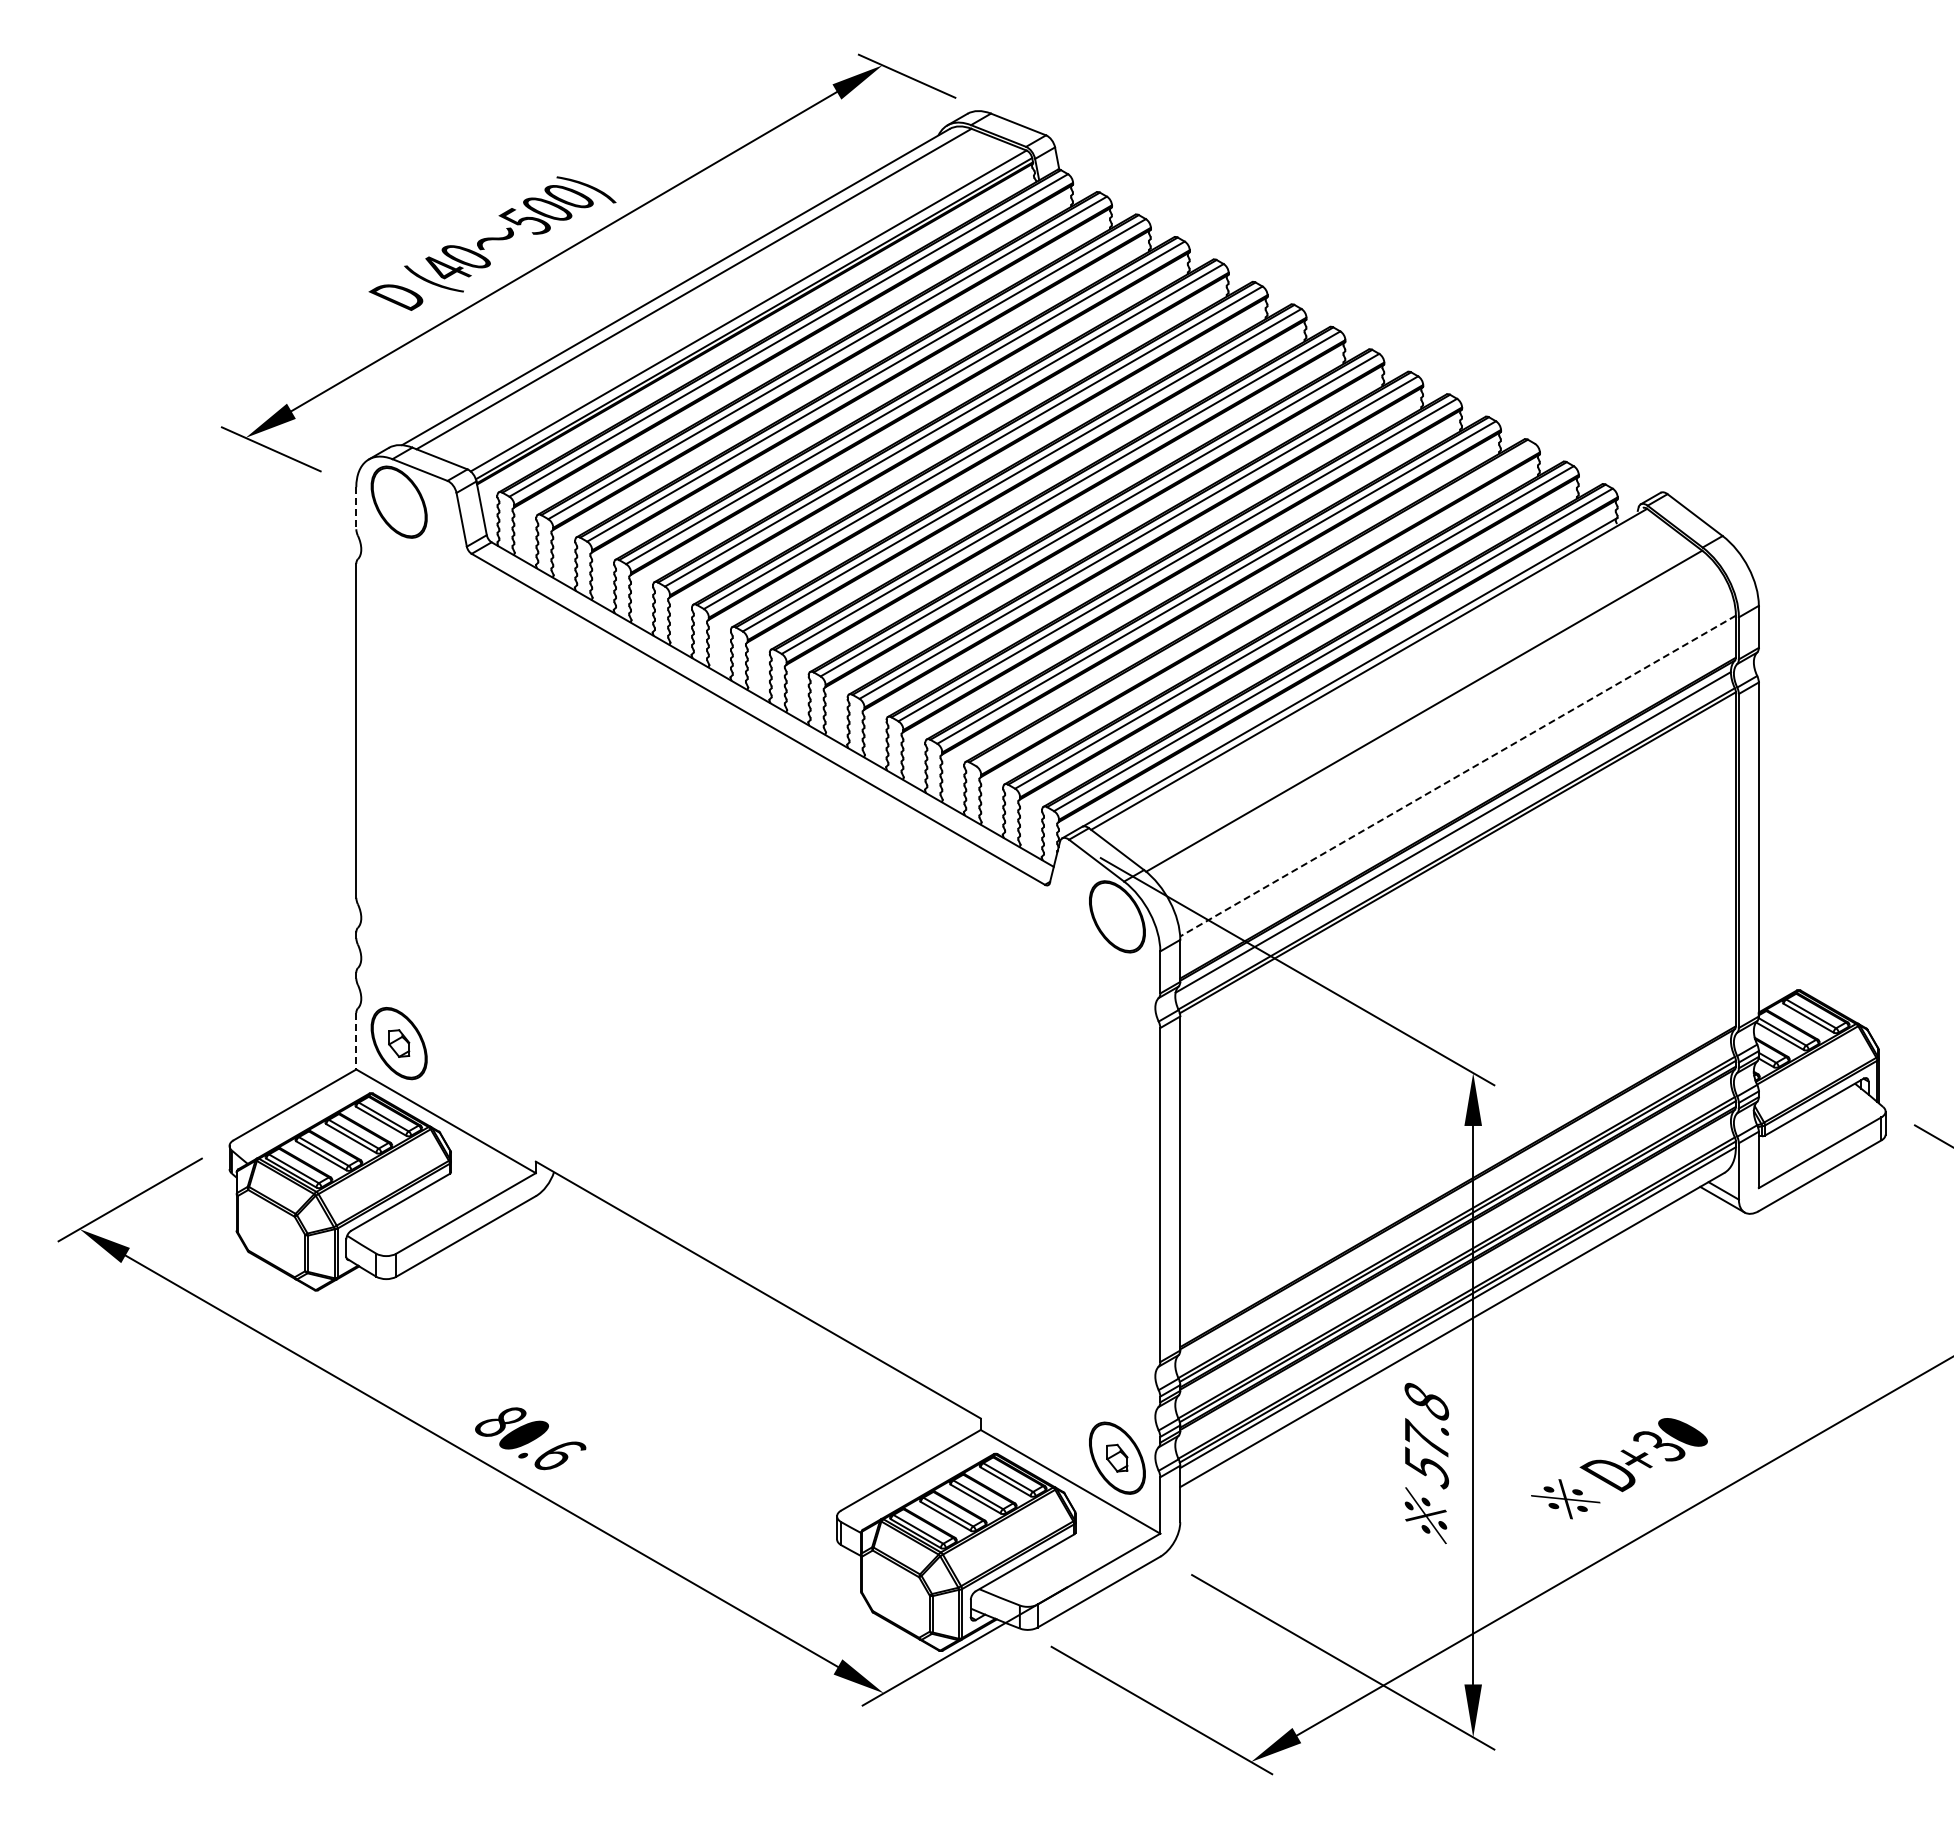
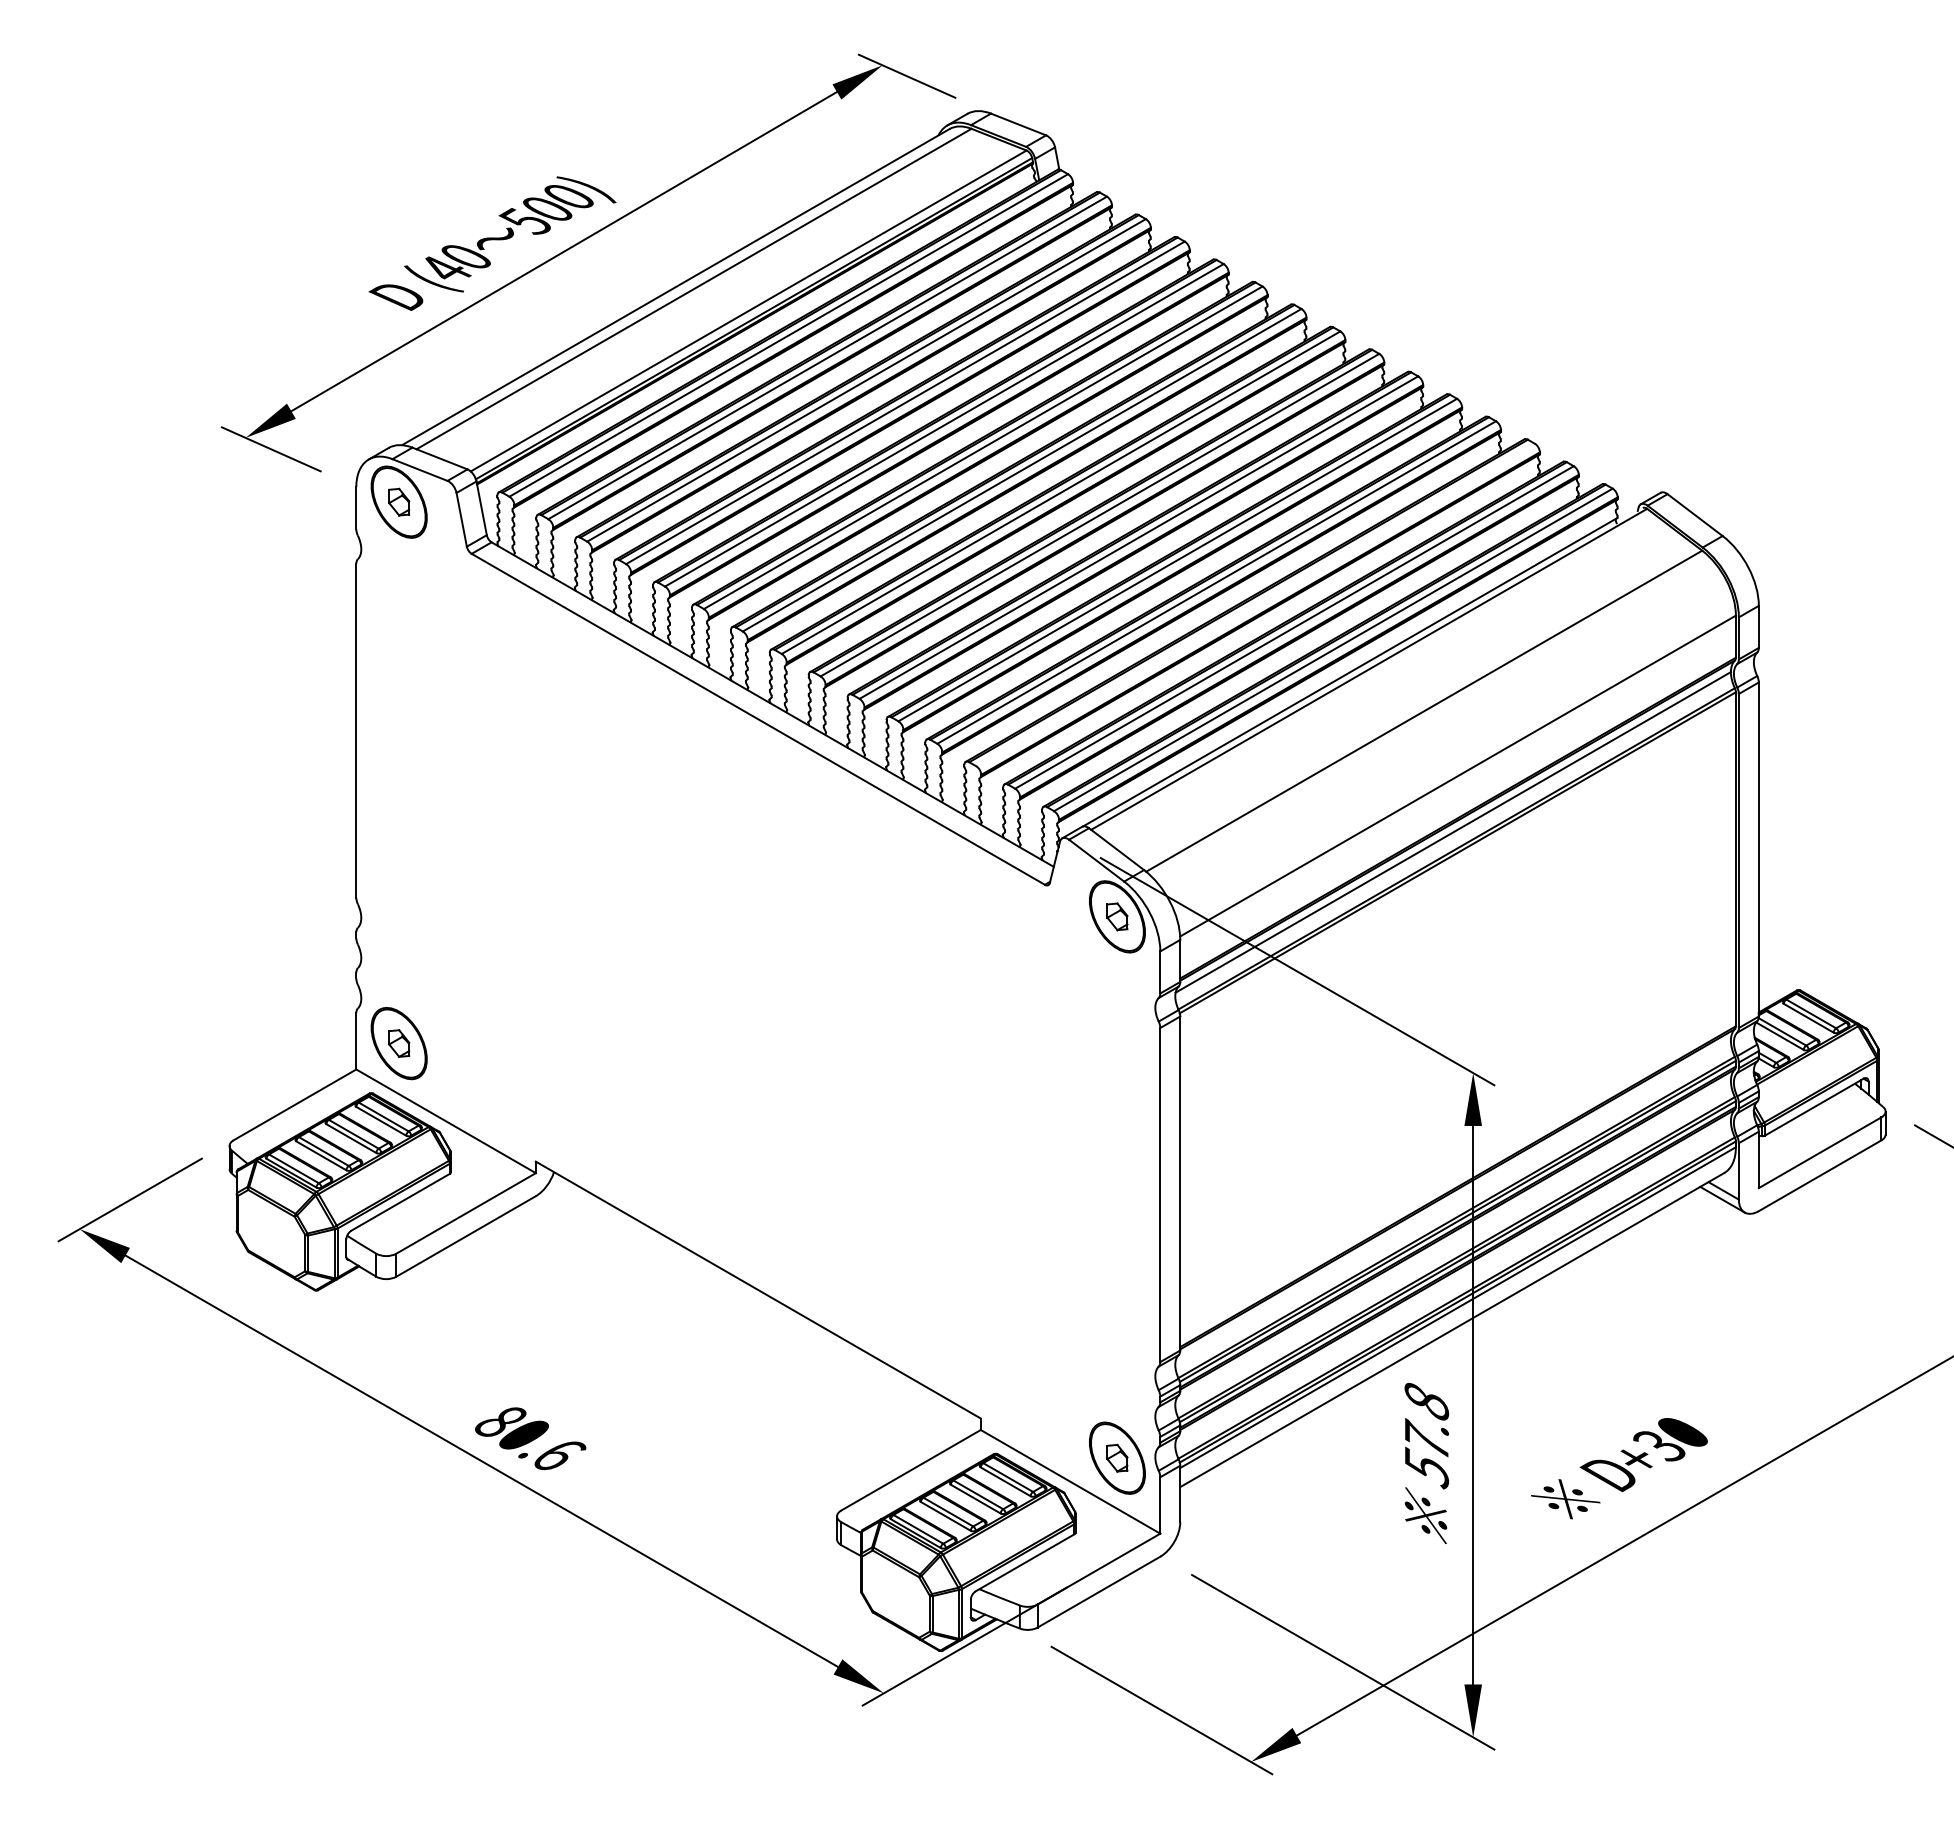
part at (399, 501): none -> present
line at (356, 508): dashed -> solid
line at (1458, 776): dashed -> solid
part at (1117, 916): none -> present
line at (356, 1041): dashed -> solid
